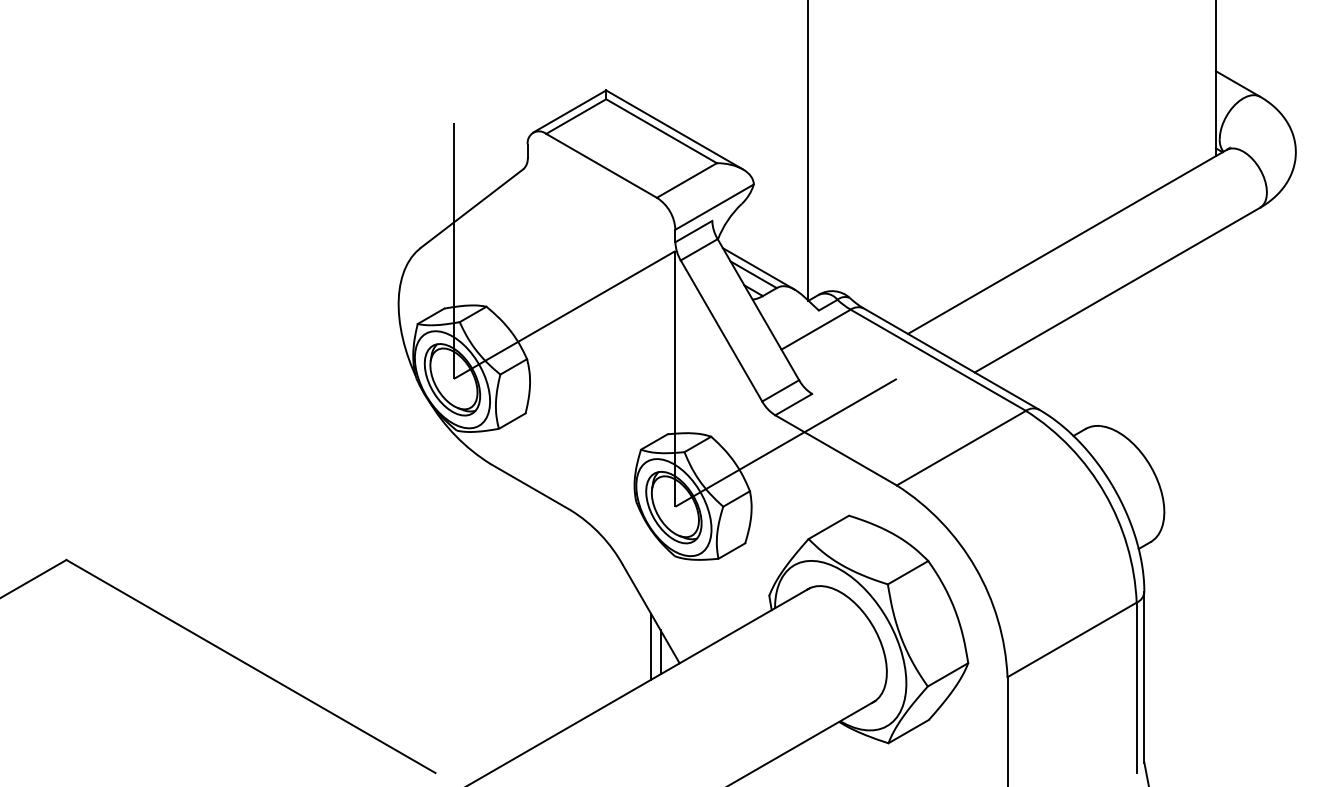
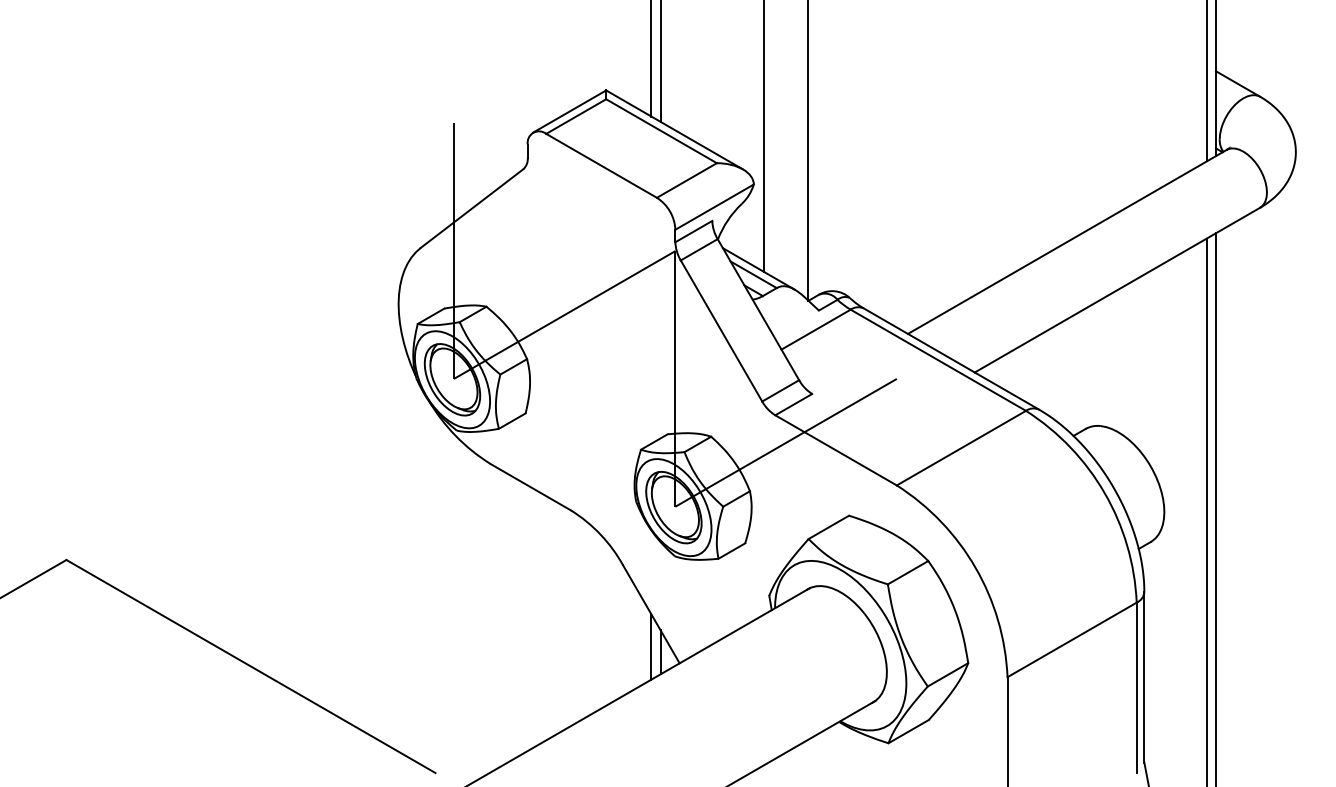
line at (651, 59): none -> present
line at (660, 61): none -> present
line at (1206, 81): none -> present
line at (763, 136): none -> present
line at (1215, 508): none -> present
line at (1206, 510): none -> present
